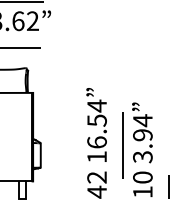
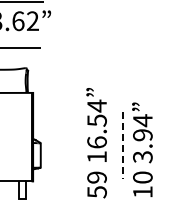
line at (123, 145): solid -> dashed
text at (96, 184): 42 -> 59
line at (168, 186): present -> none
